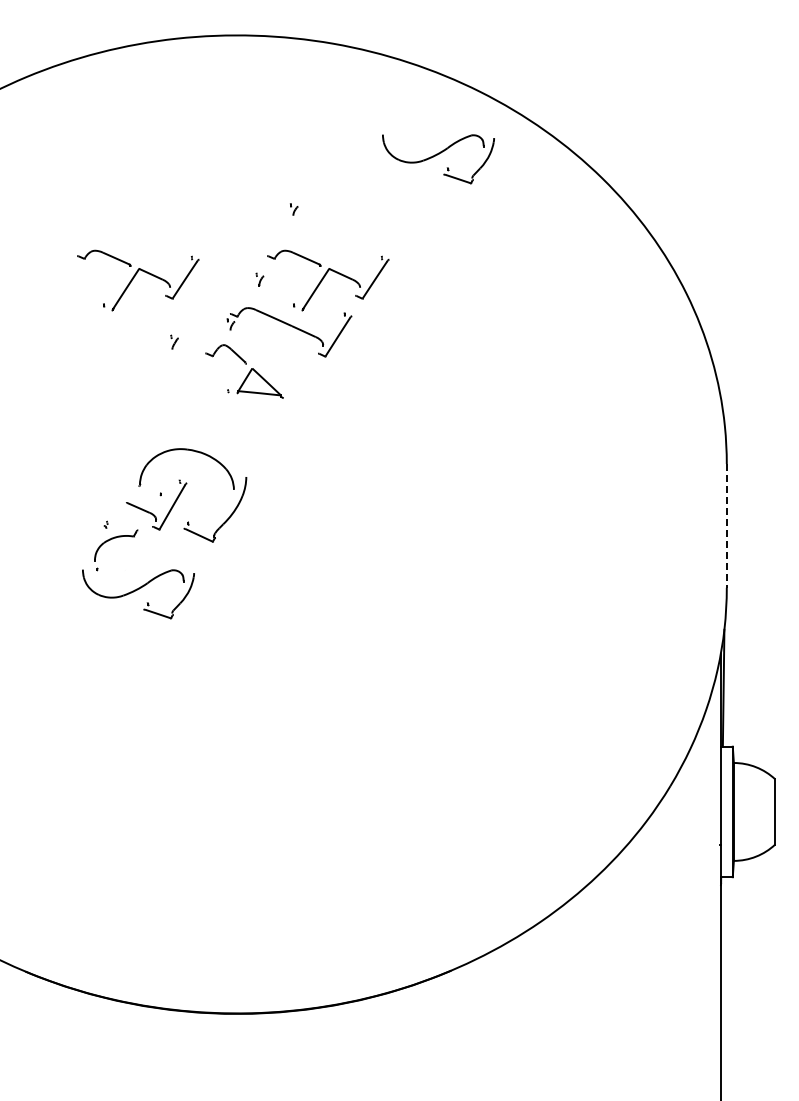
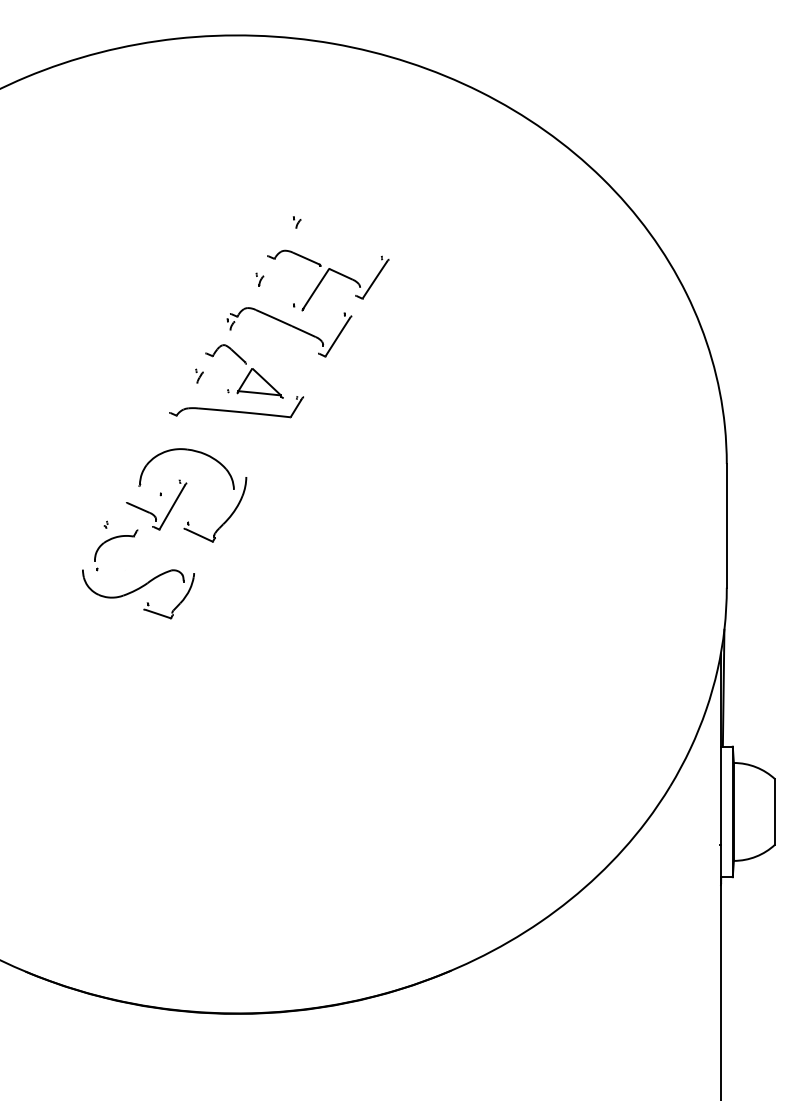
part at (438, 159): present -> none
part at (293, 209) position: (293, 209) -> (296, 222)
part at (138, 280): present -> none
part at (174, 341) position: (174, 341) -> (199, 375)
part at (236, 407): none -> present
line at (726, 525): dashed -> solid
